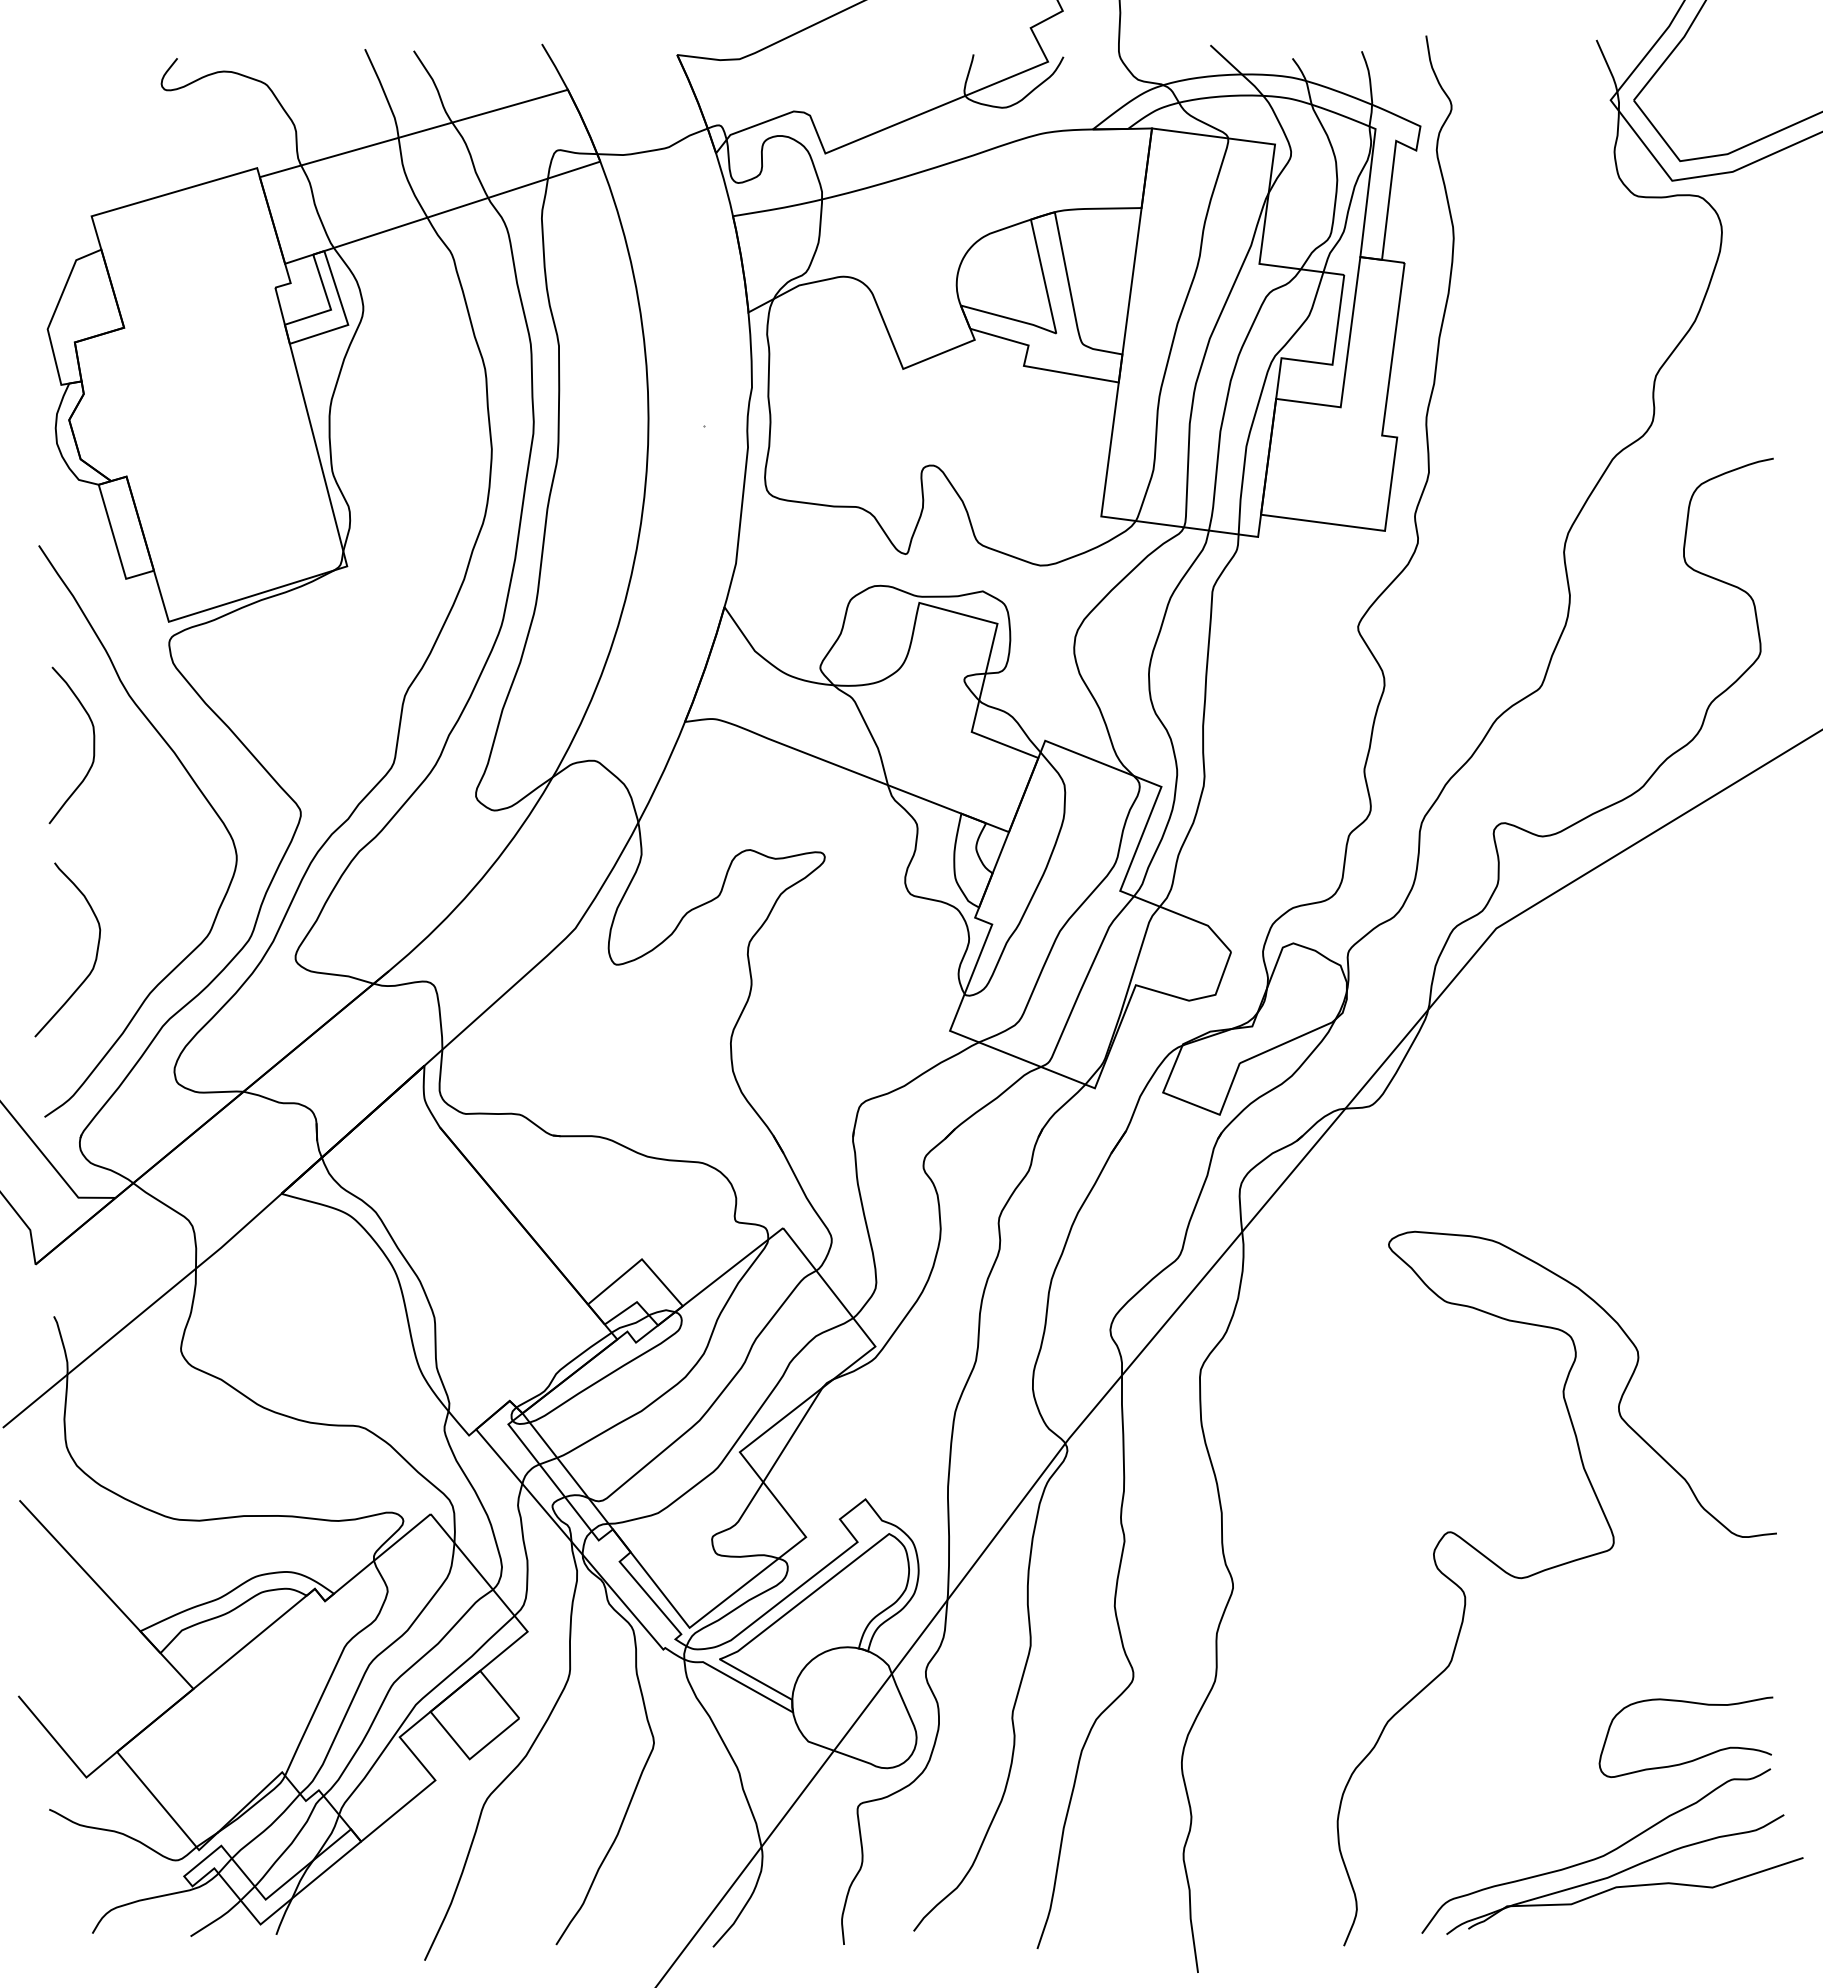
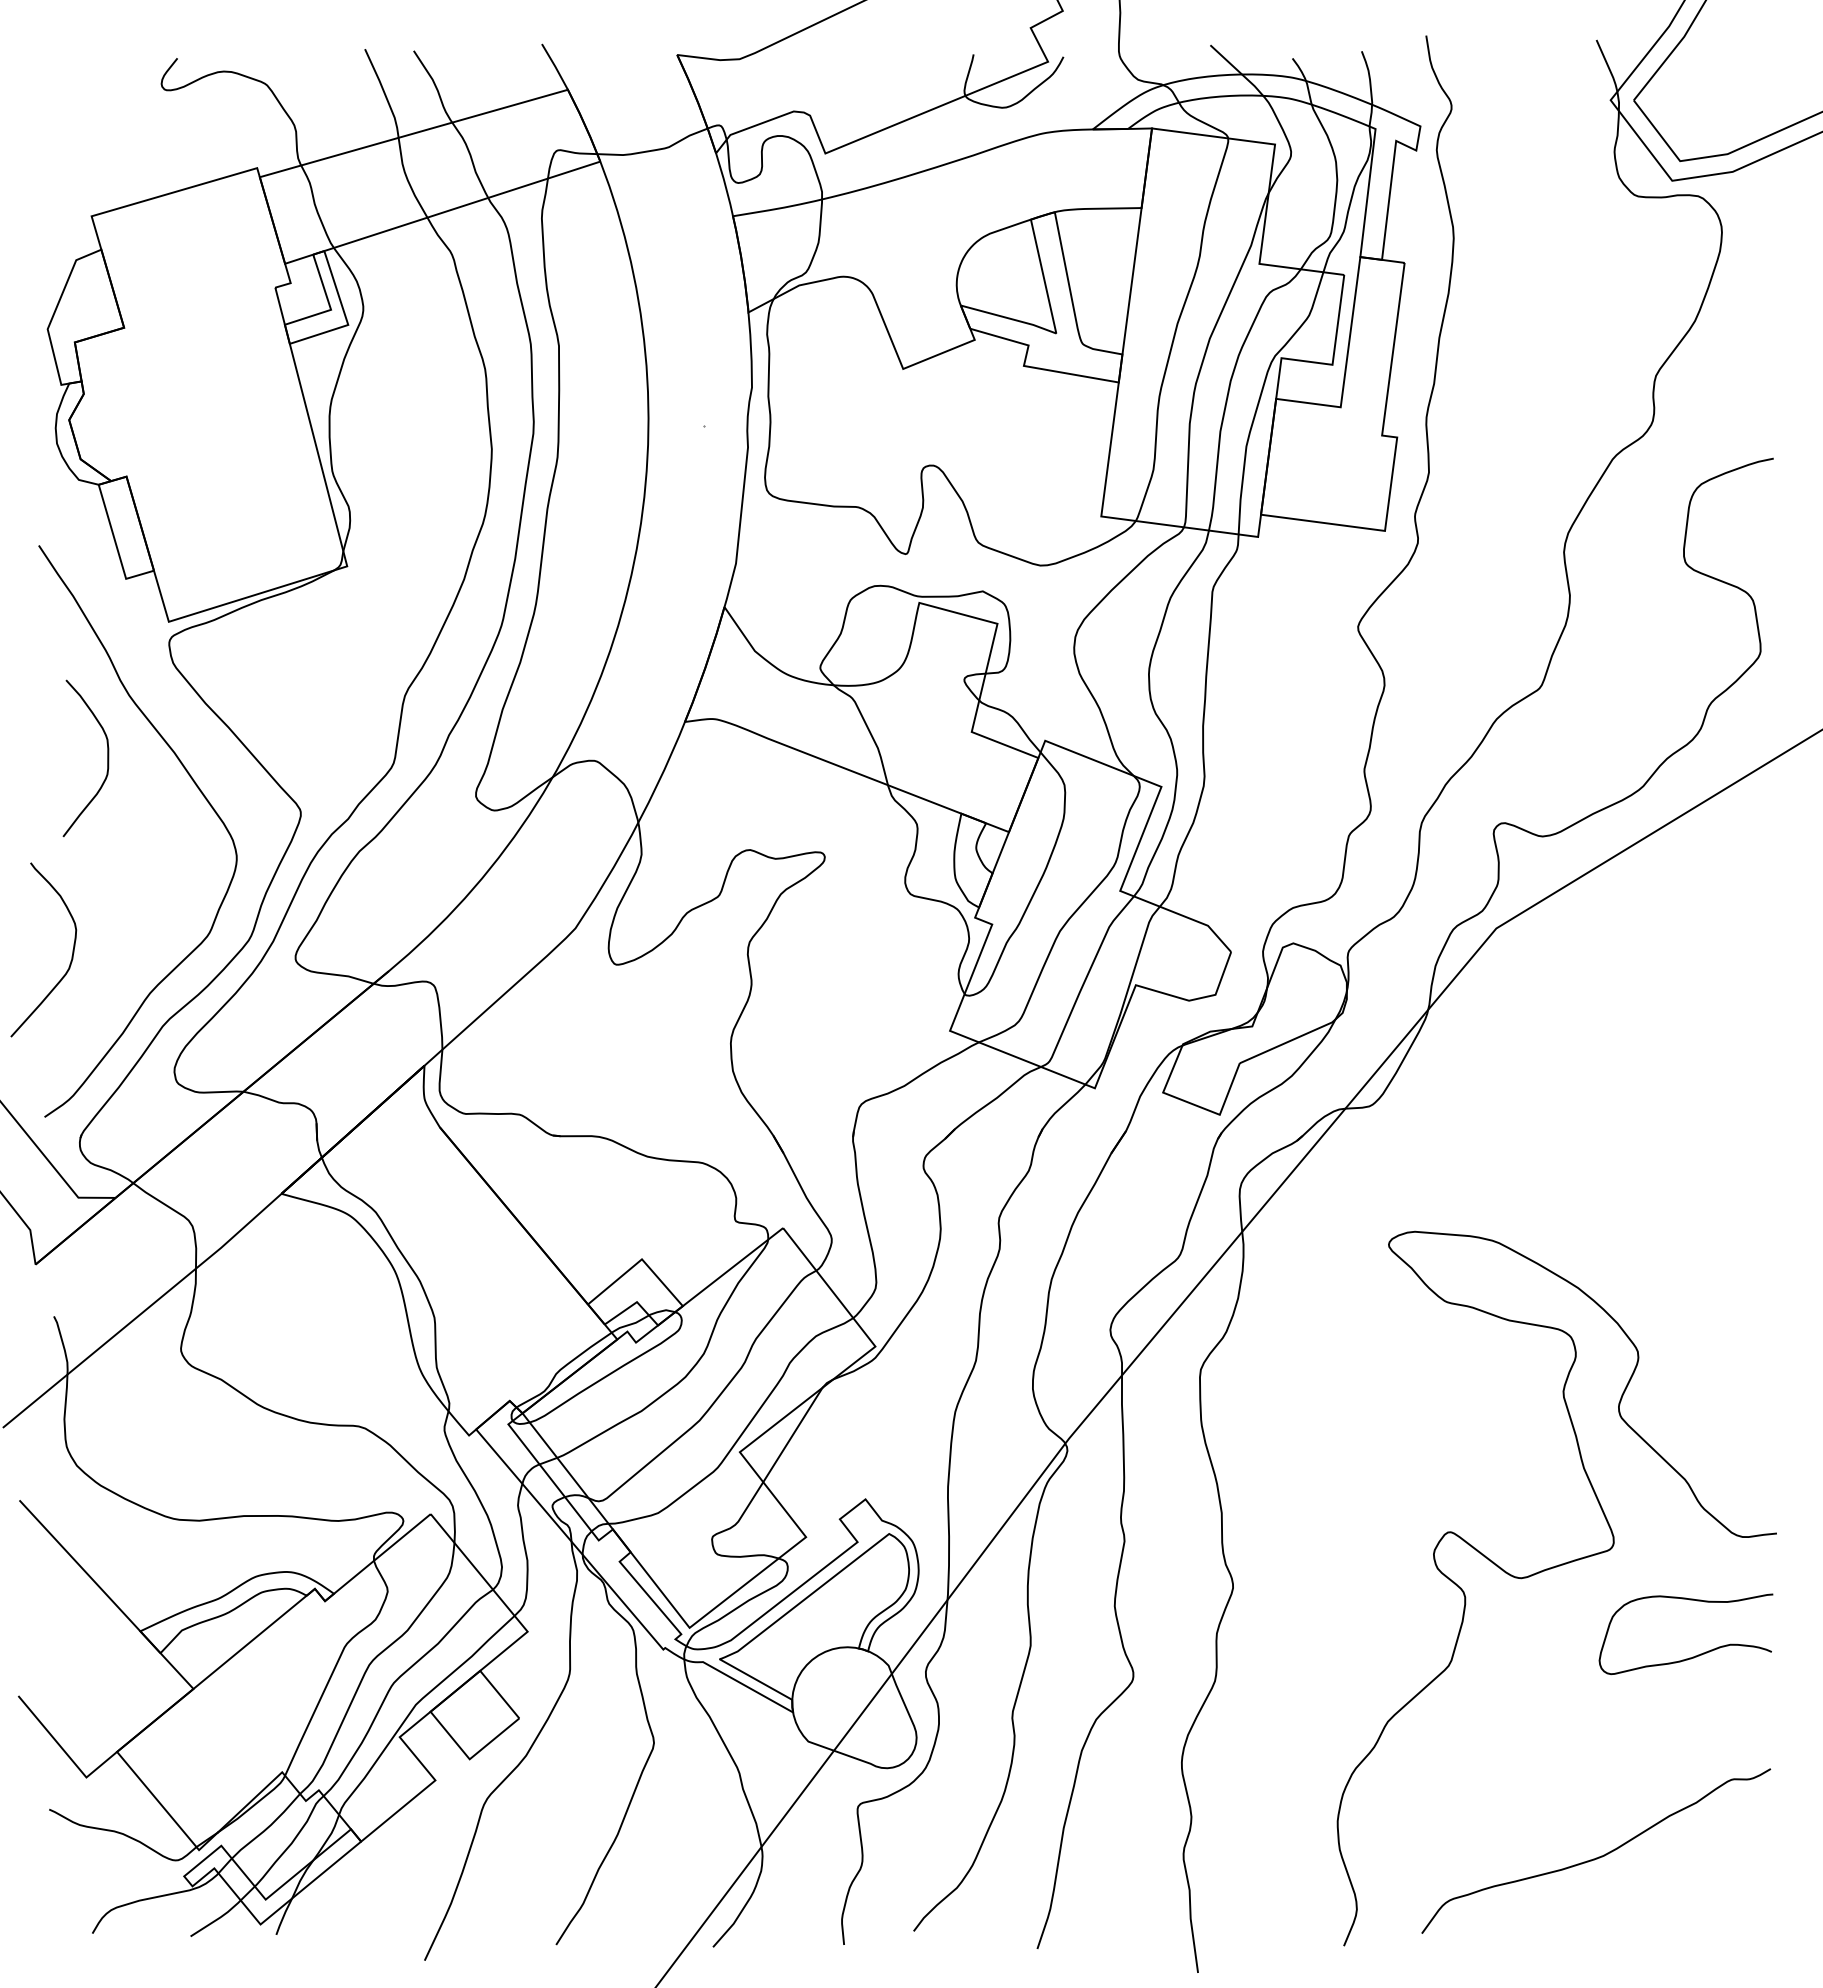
curve at (93, 745) position: (93, 745) -> (107, 758)
curve at (95, 956) position: (95, 956) -> (71, 956)
curve at (1692, 1759) position: (1692, 1759) -> (1692, 1656)
part at (1624, 1874): present -> none
